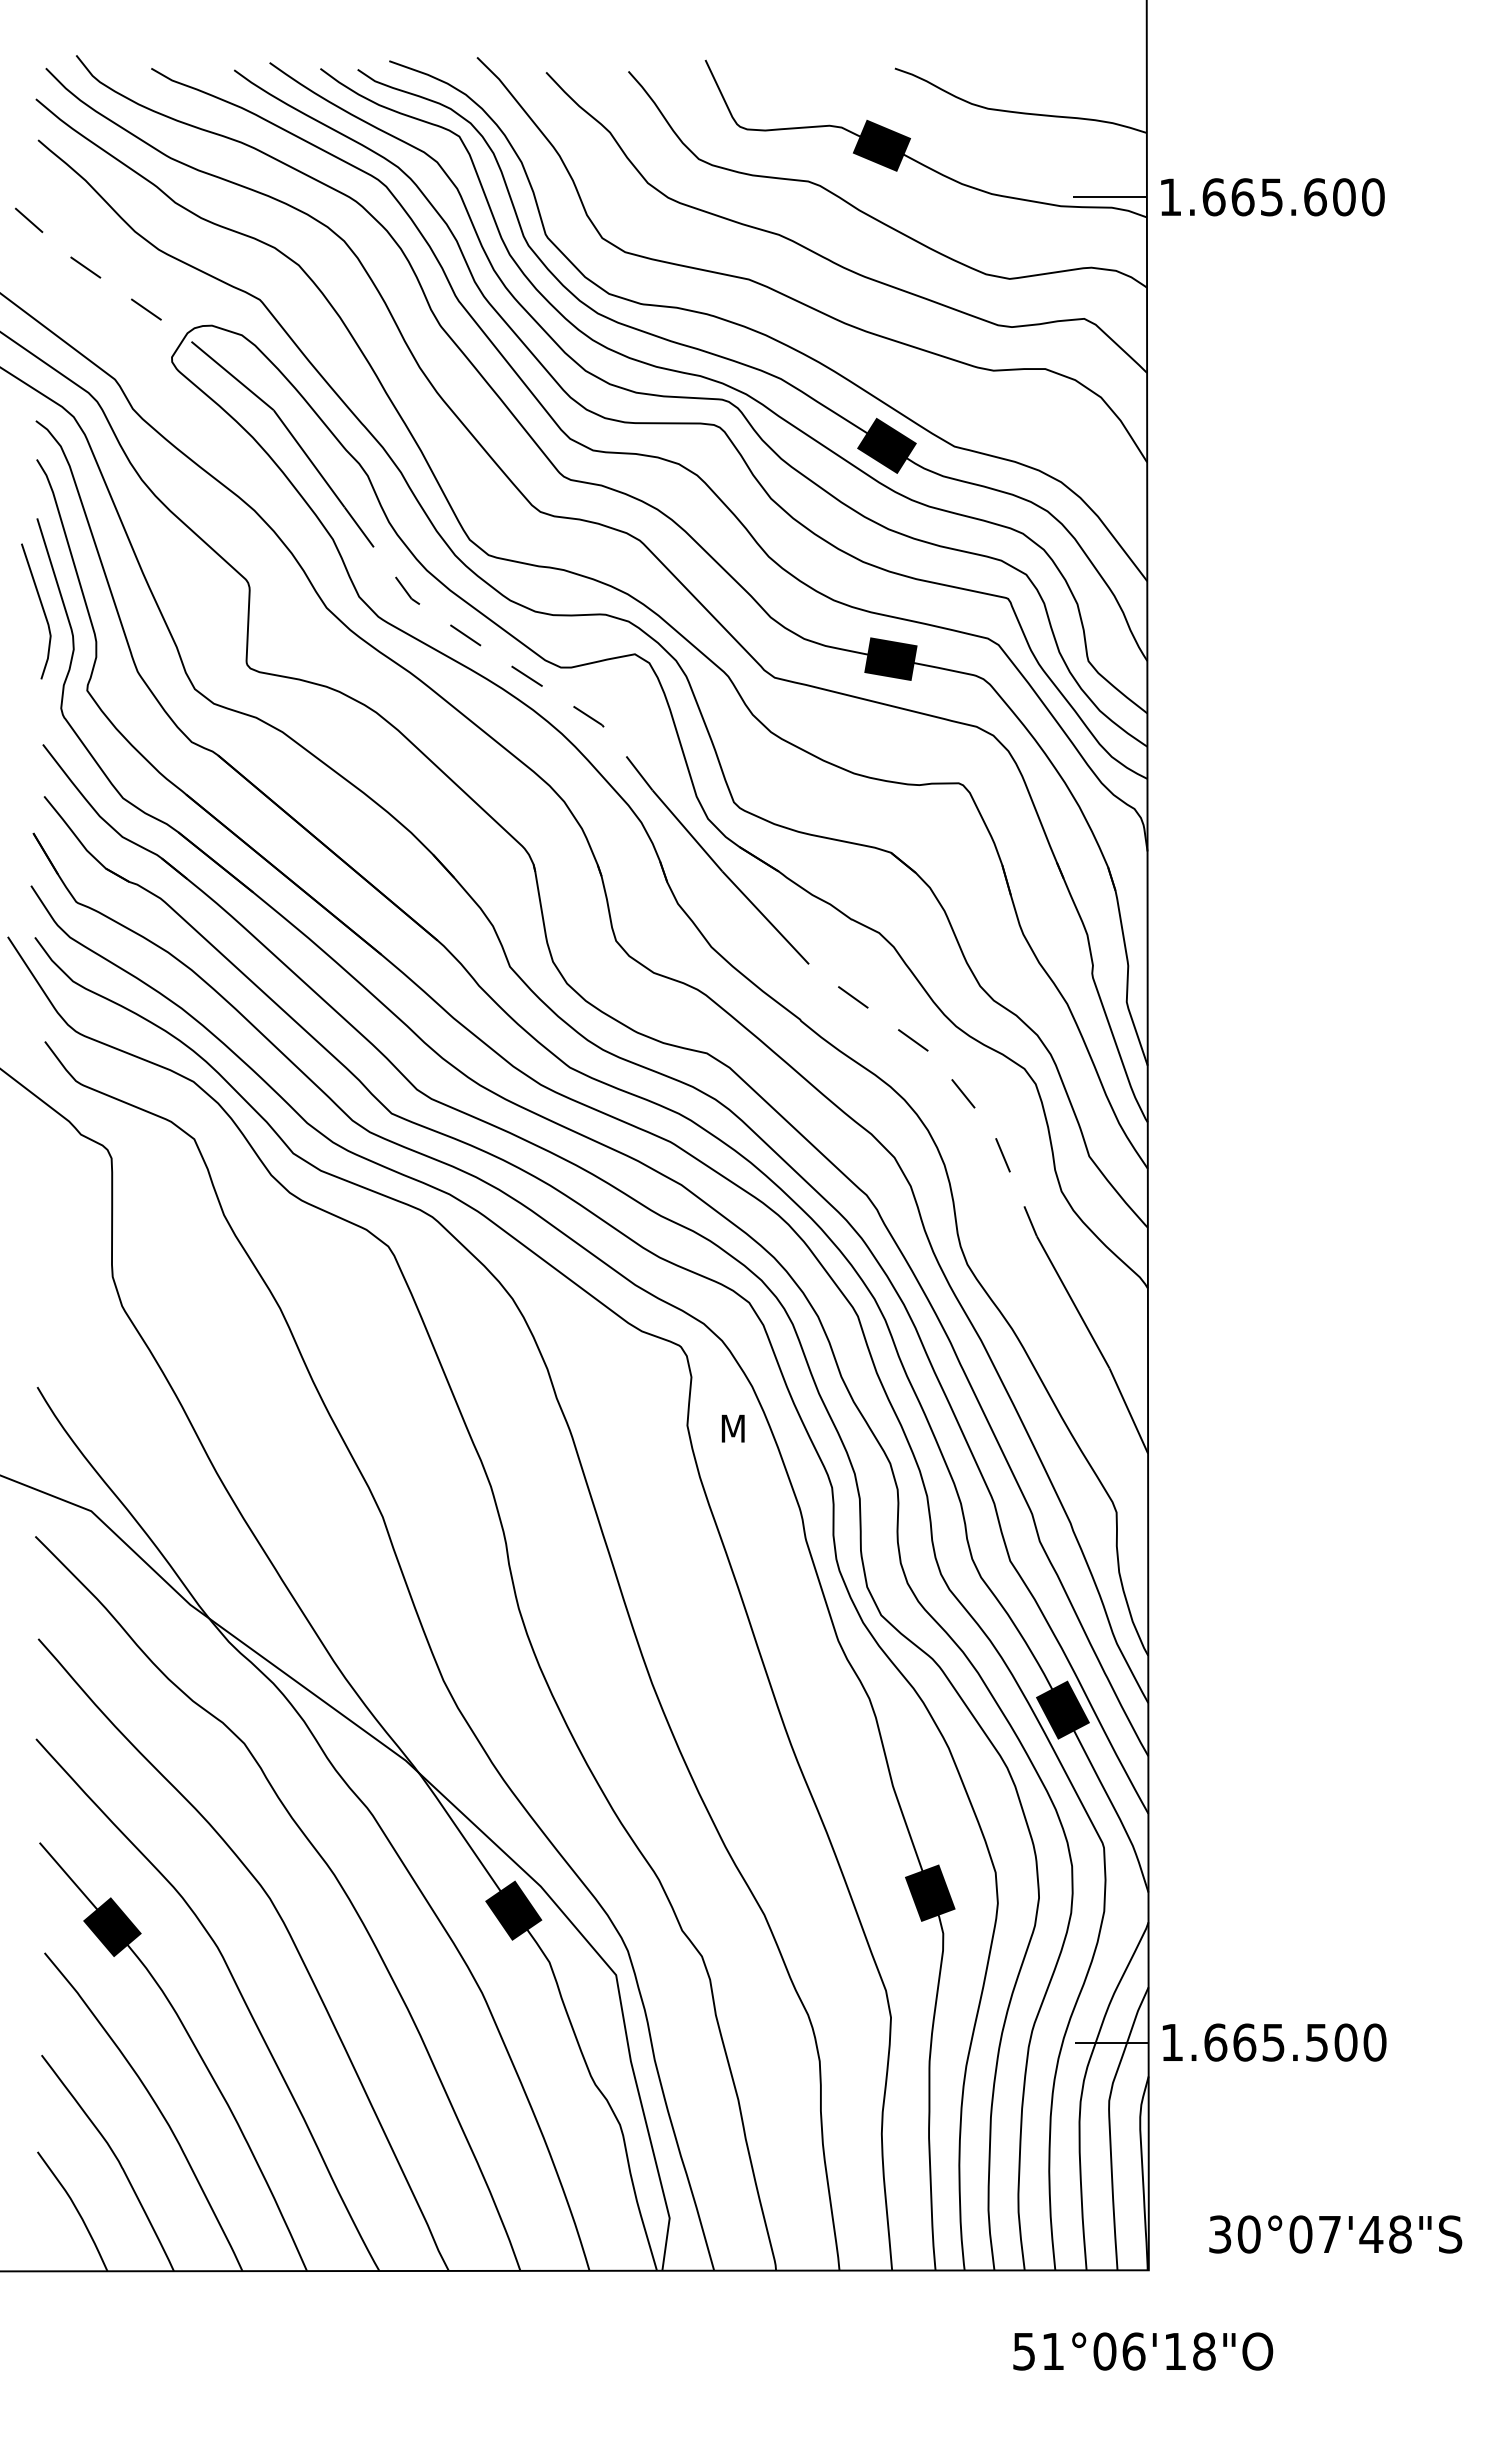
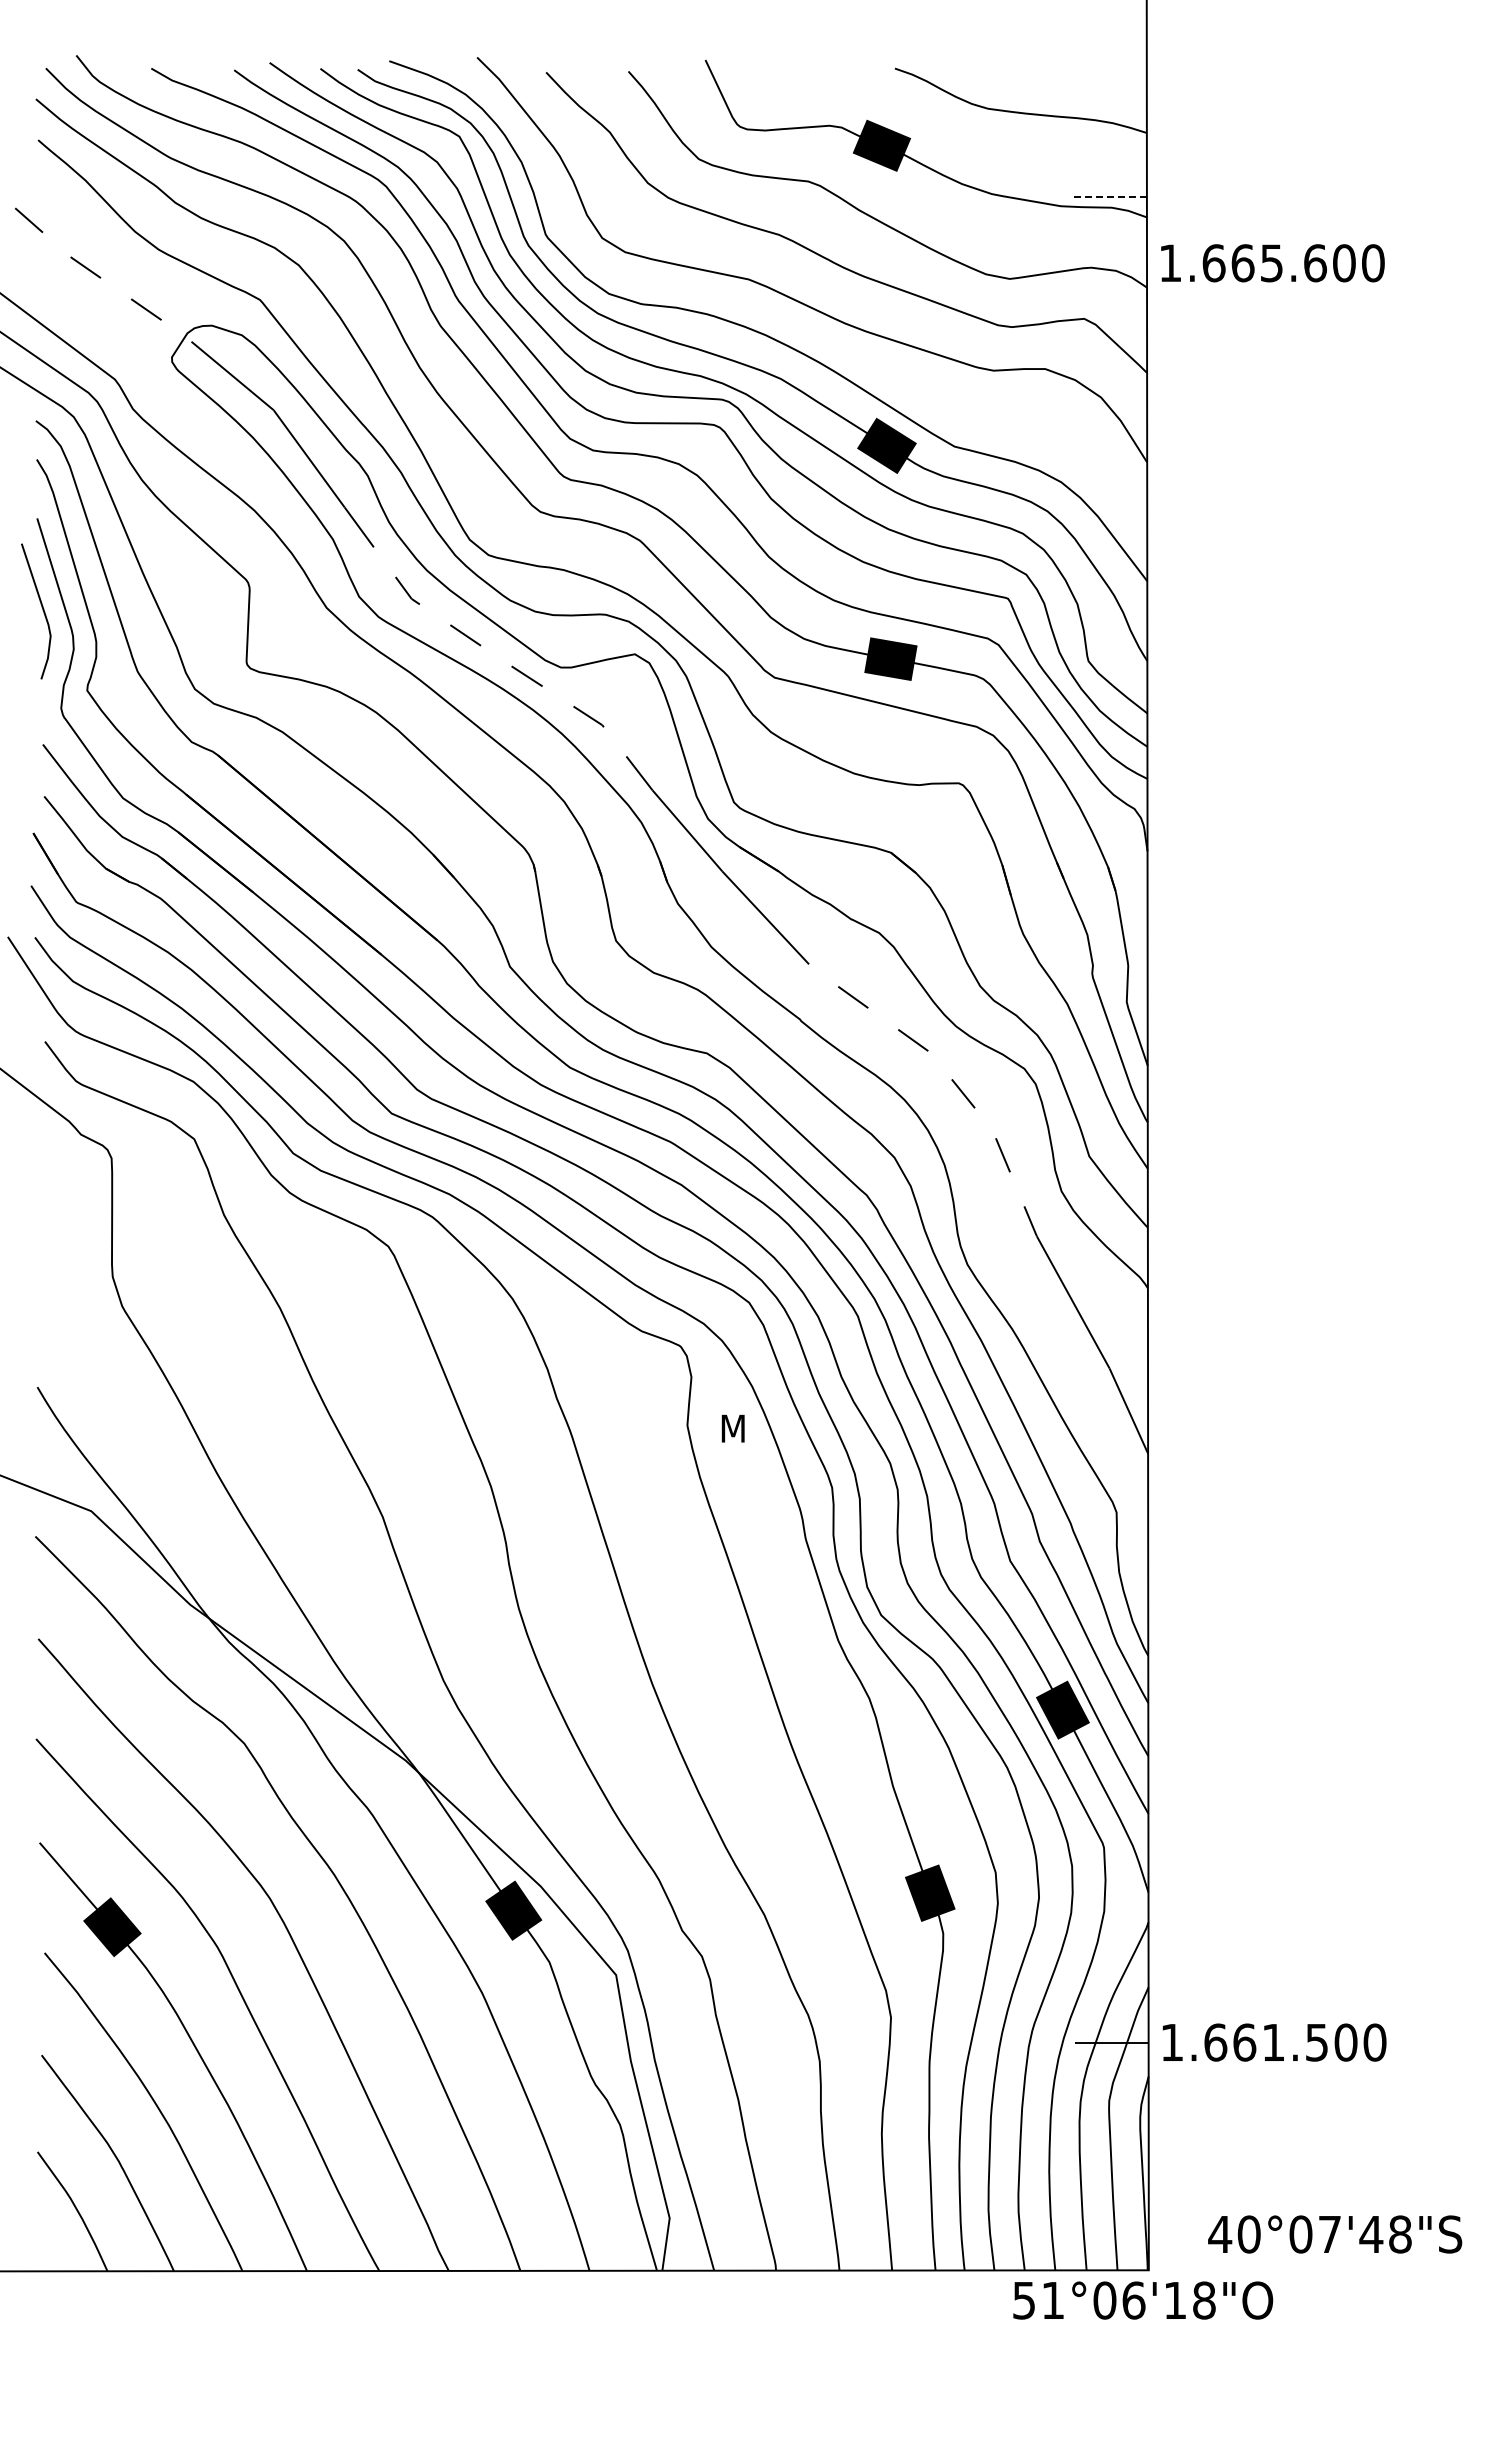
line at (1110, 197): solid -> dashed
text at (1272, 197) position: (1272, 197) -> (1272, 263)
text at (1273, 2042): 1.665.500 -> 1.661.500
text at (1220, 2234): 30°07'48"S -> 40°07'48"S
text at (1143, 2351) position: (1143, 2351) -> (1143, 2300)
